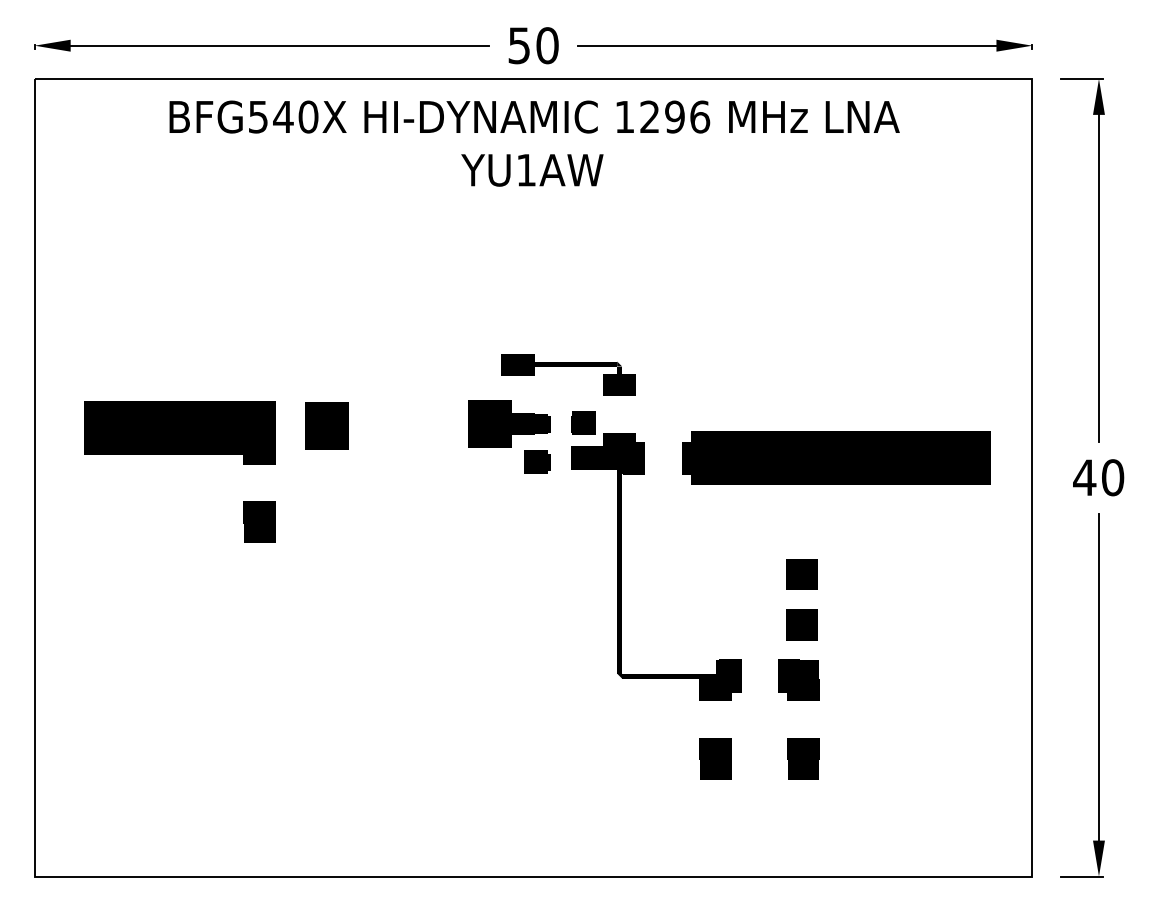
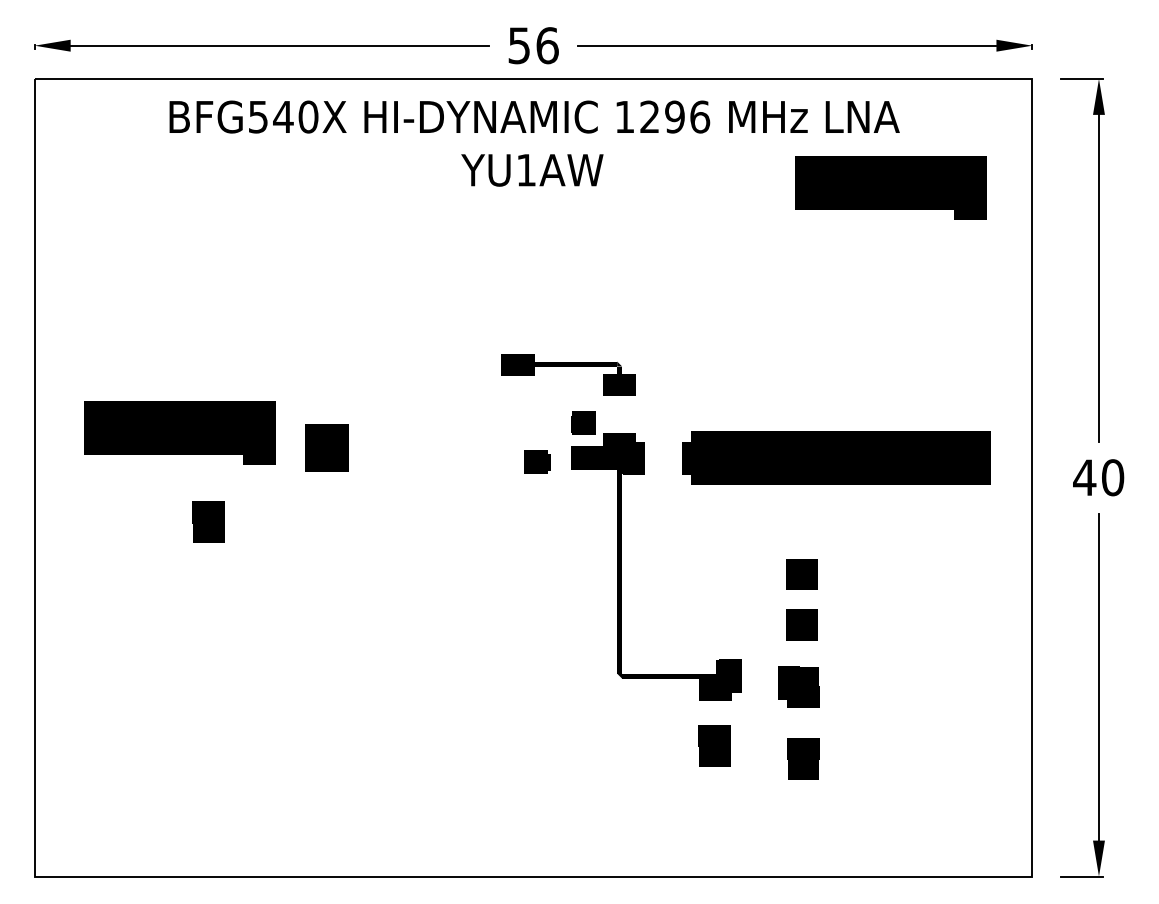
text at (547, 45): 50 -> 56
part at (890, 187): none -> present
part at (509, 423): present -> none
part at (326, 425) position: (326, 425) -> (326, 447)
part at (259, 521) position: (259, 521) -> (208, 521)
part at (798, 679) position: (798, 679) -> (798, 686)
part at (715, 758) position: (715, 758) -> (714, 745)
